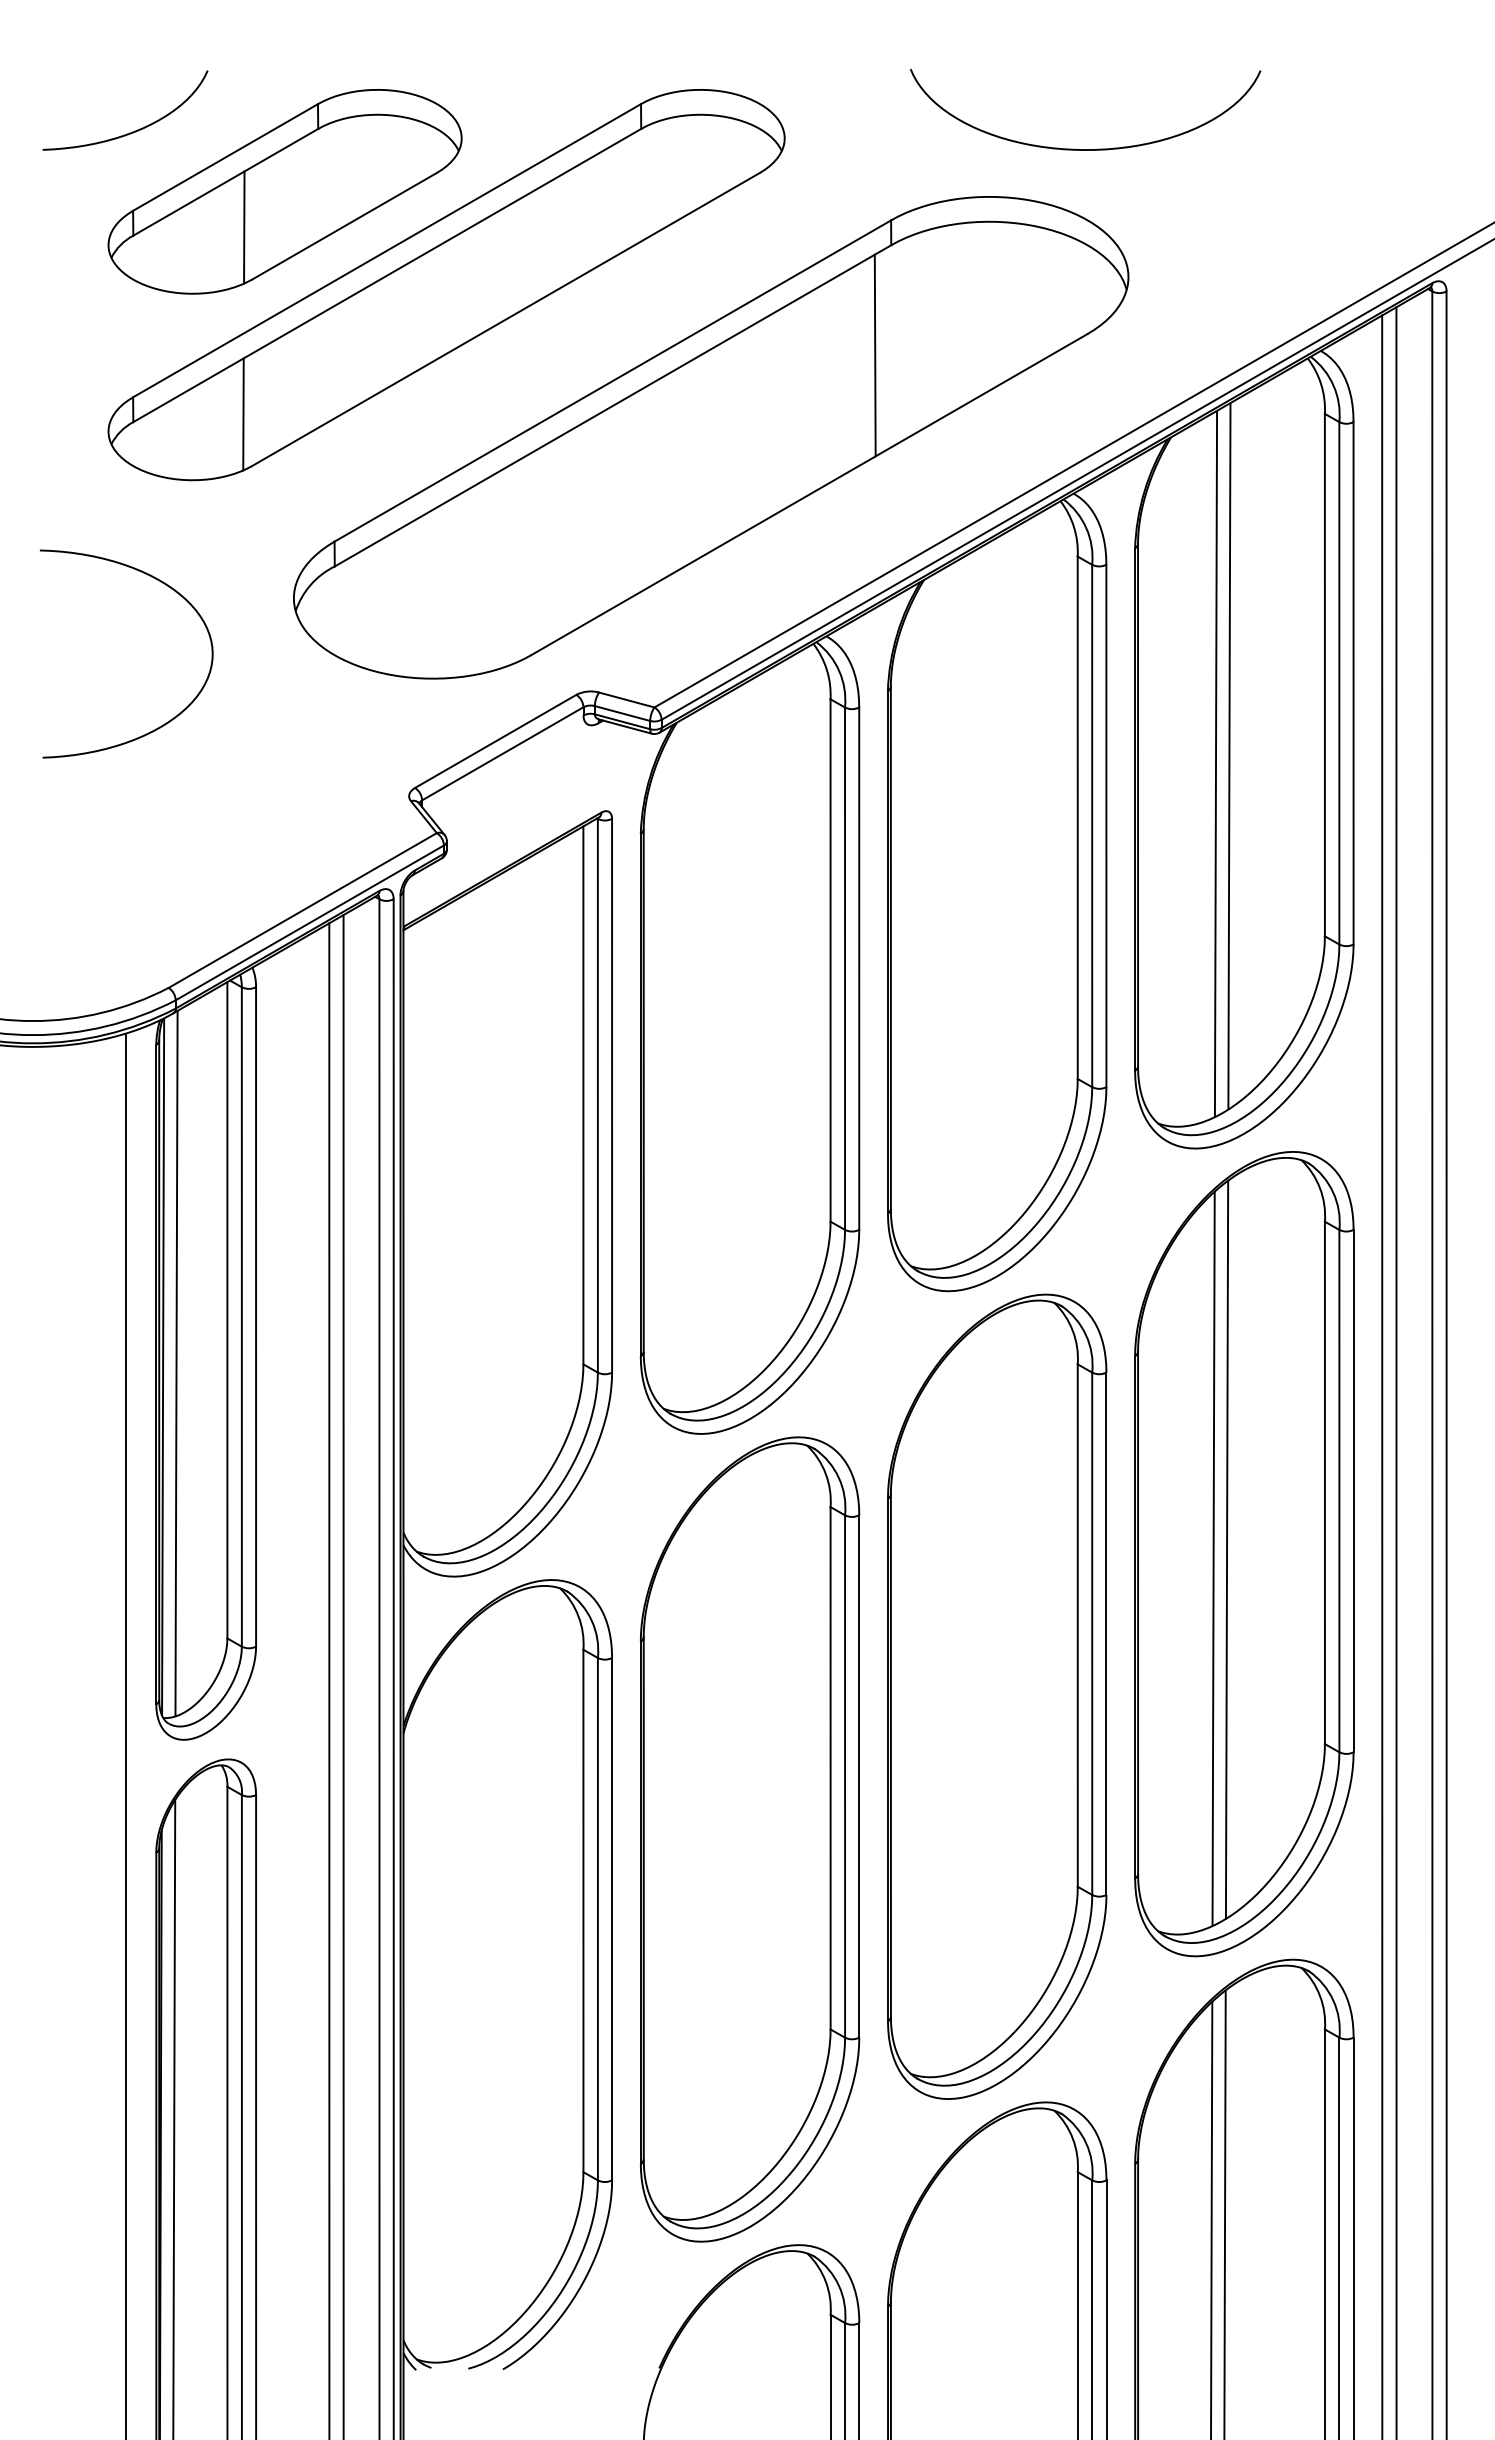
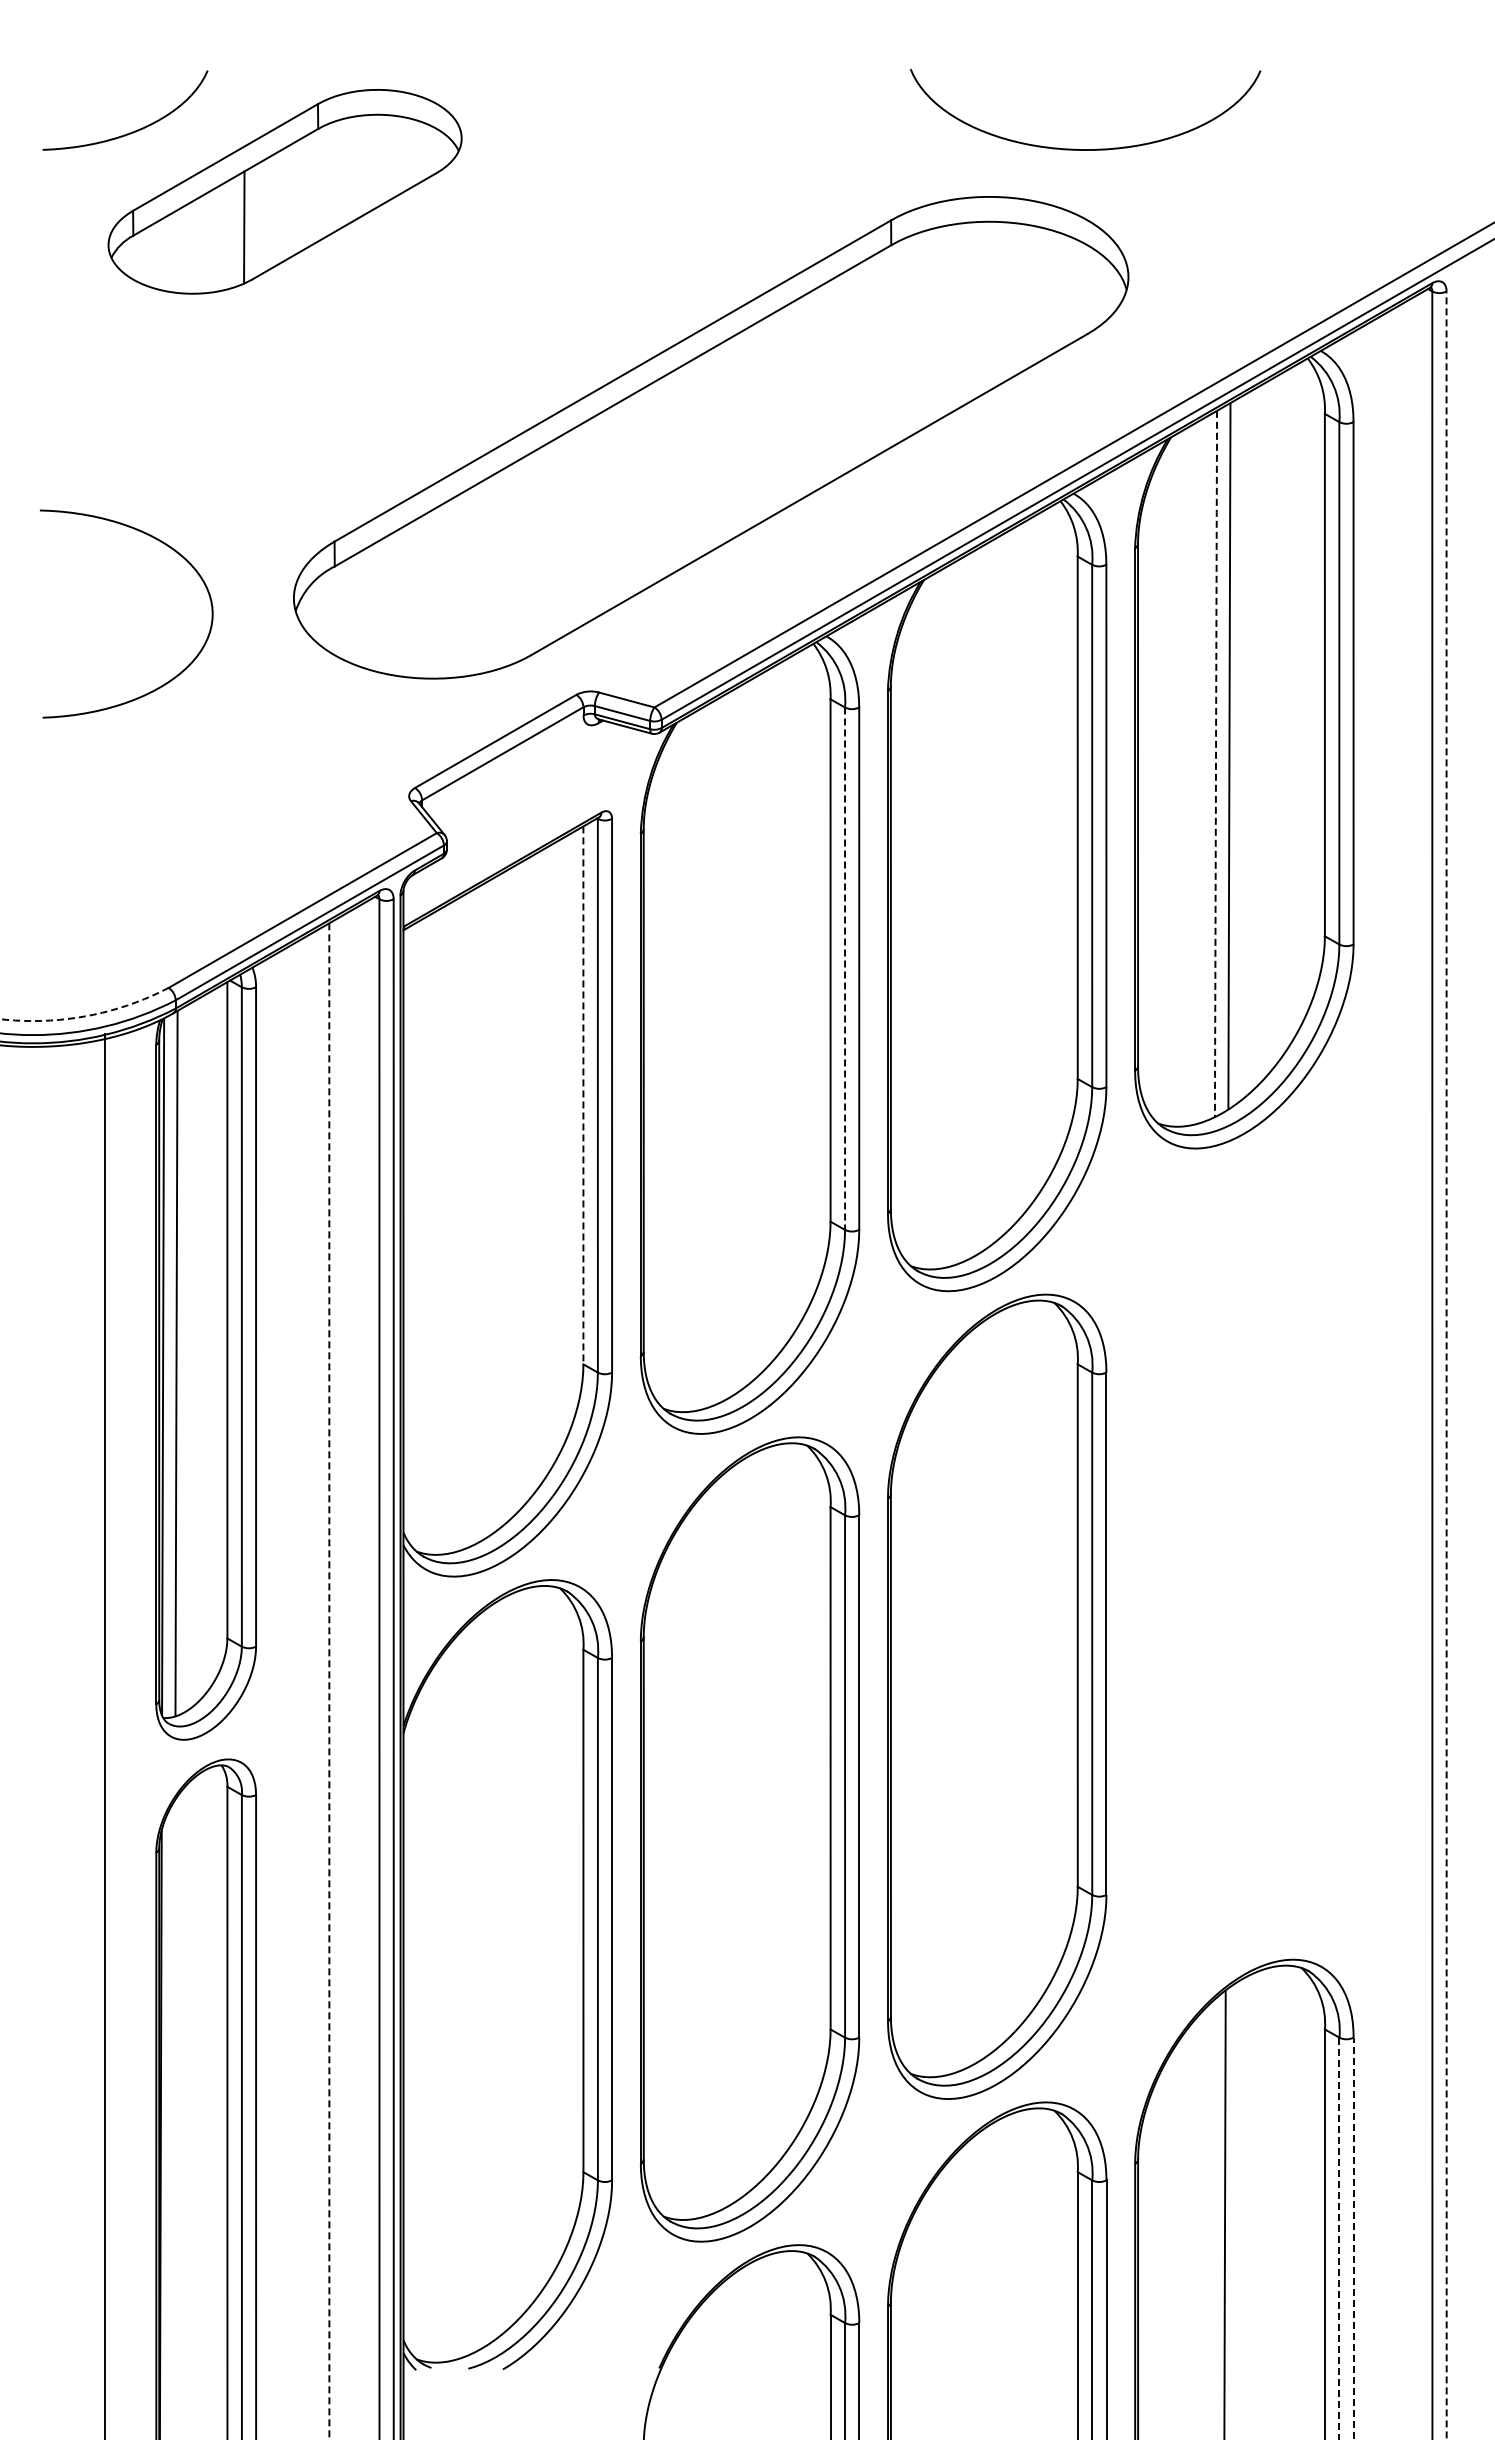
part at (446, 285): present -> none
line at (874, 355): present -> none
part at (168, 587) position: (168, 587) -> (168, 547)
line at (1216, 763): solid -> dashed
line at (845, 969): solid -> dashed
arc at (86, 1016): solid -> dashed
line at (583, 1095): solid -> dashed
line at (1446, 1365): solid -> dashed
line at (1396, 1371): present -> none
line at (1382, 1375): present -> none
part at (1244, 1554): present -> none
line at (343, 1675): present -> none
line at (329, 1682): solid -> dashed
line at (125, 1734) position: (125, 1734) -> (104, 1734)
line at (174, 2117): present -> none
line at (1211, 2218): present -> none
line at (1339, 2238): solid -> dashed
line at (1353, 2238): solid -> dashed
